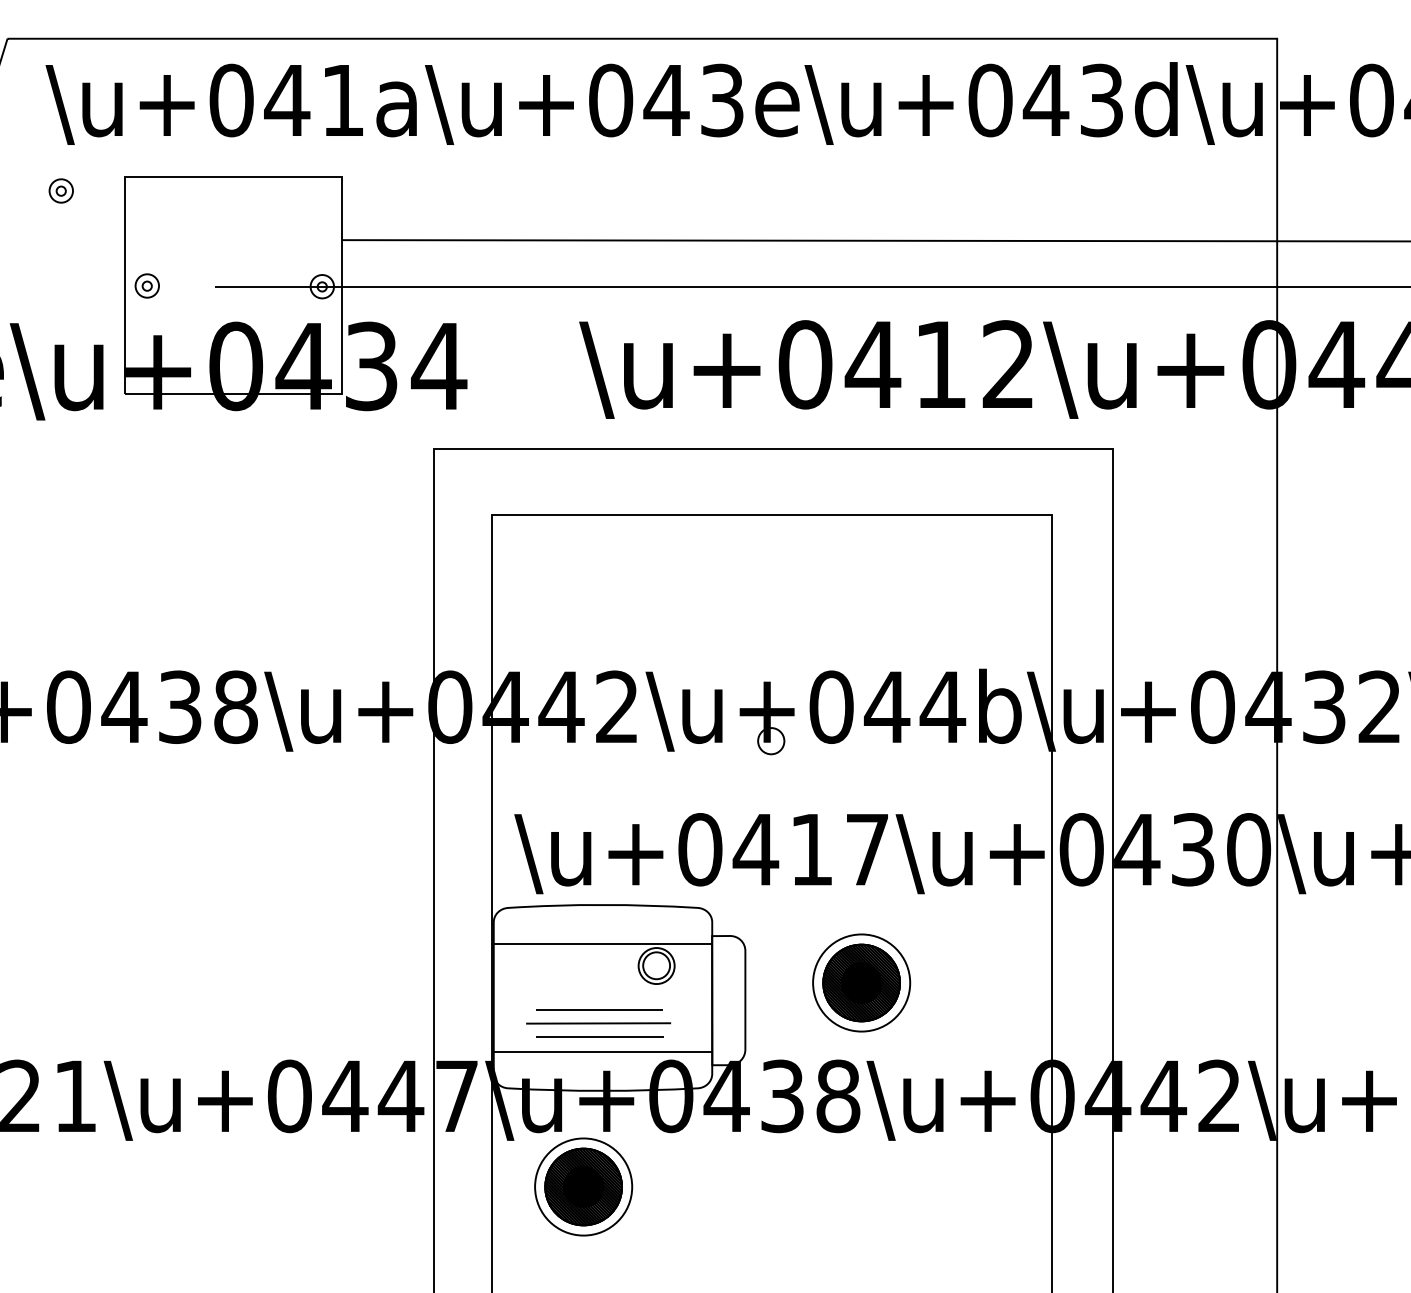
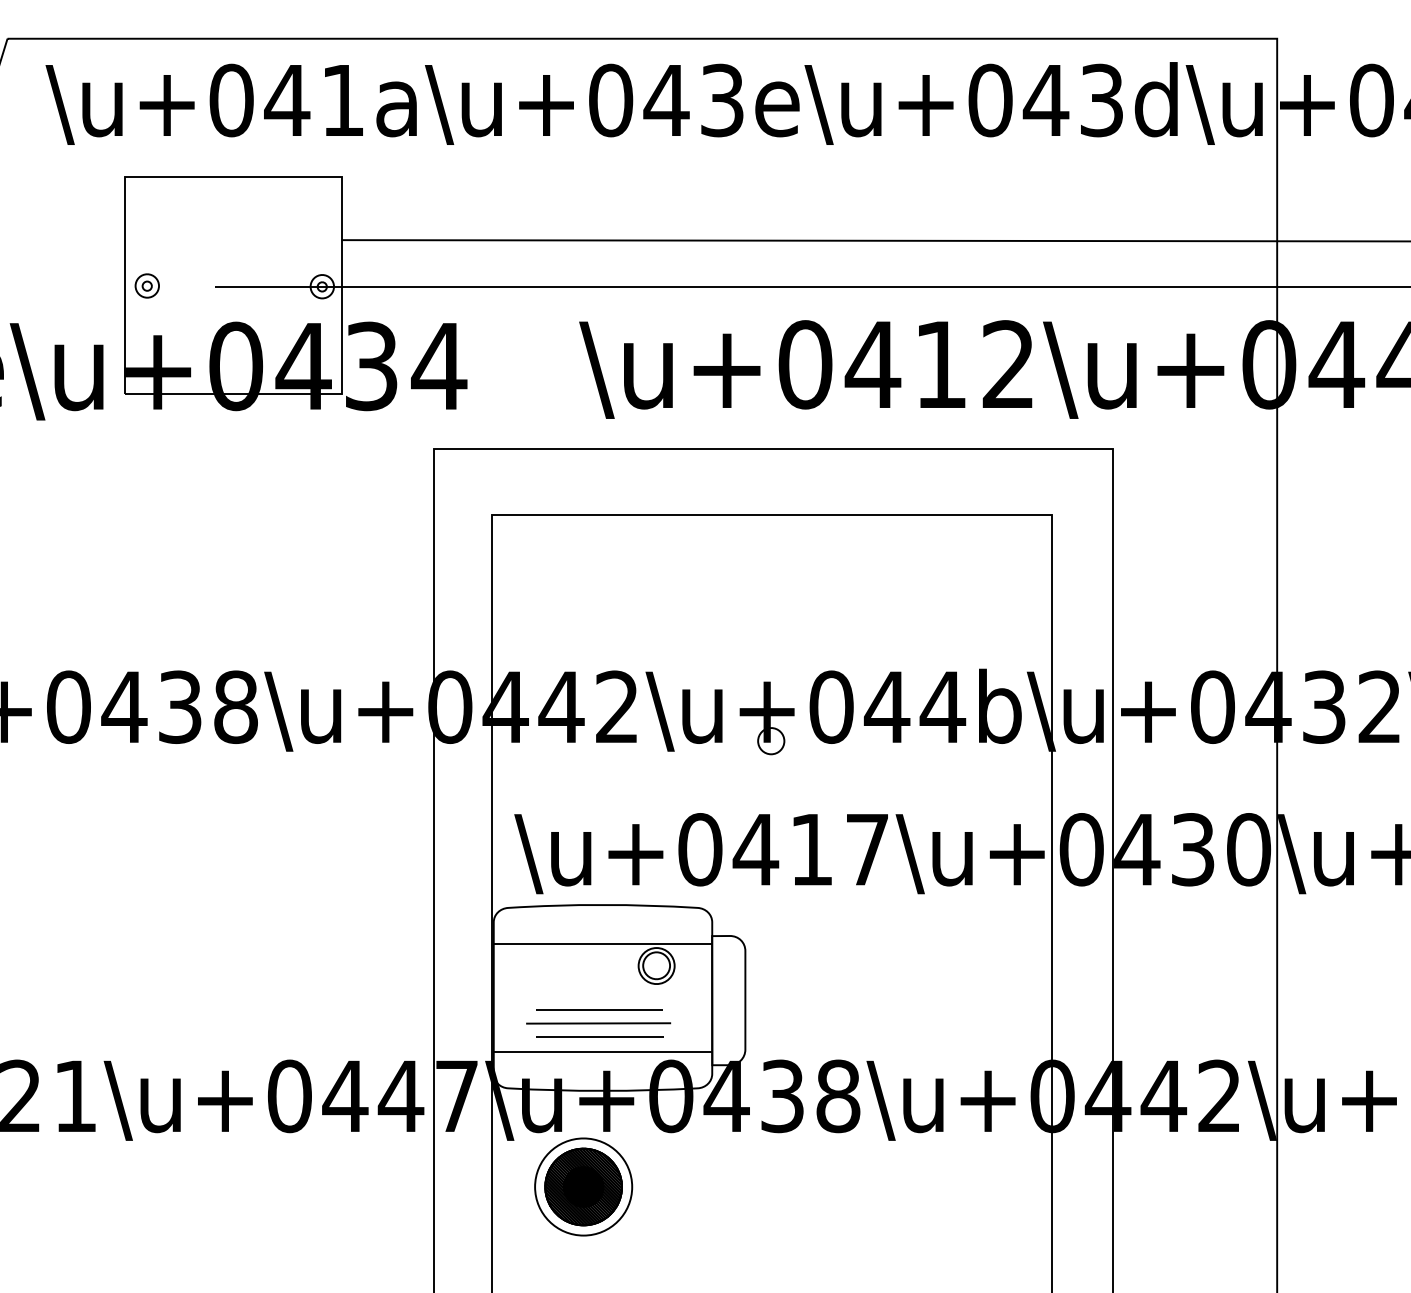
part at (60, 190): present -> none
part at (861, 982): present -> none
